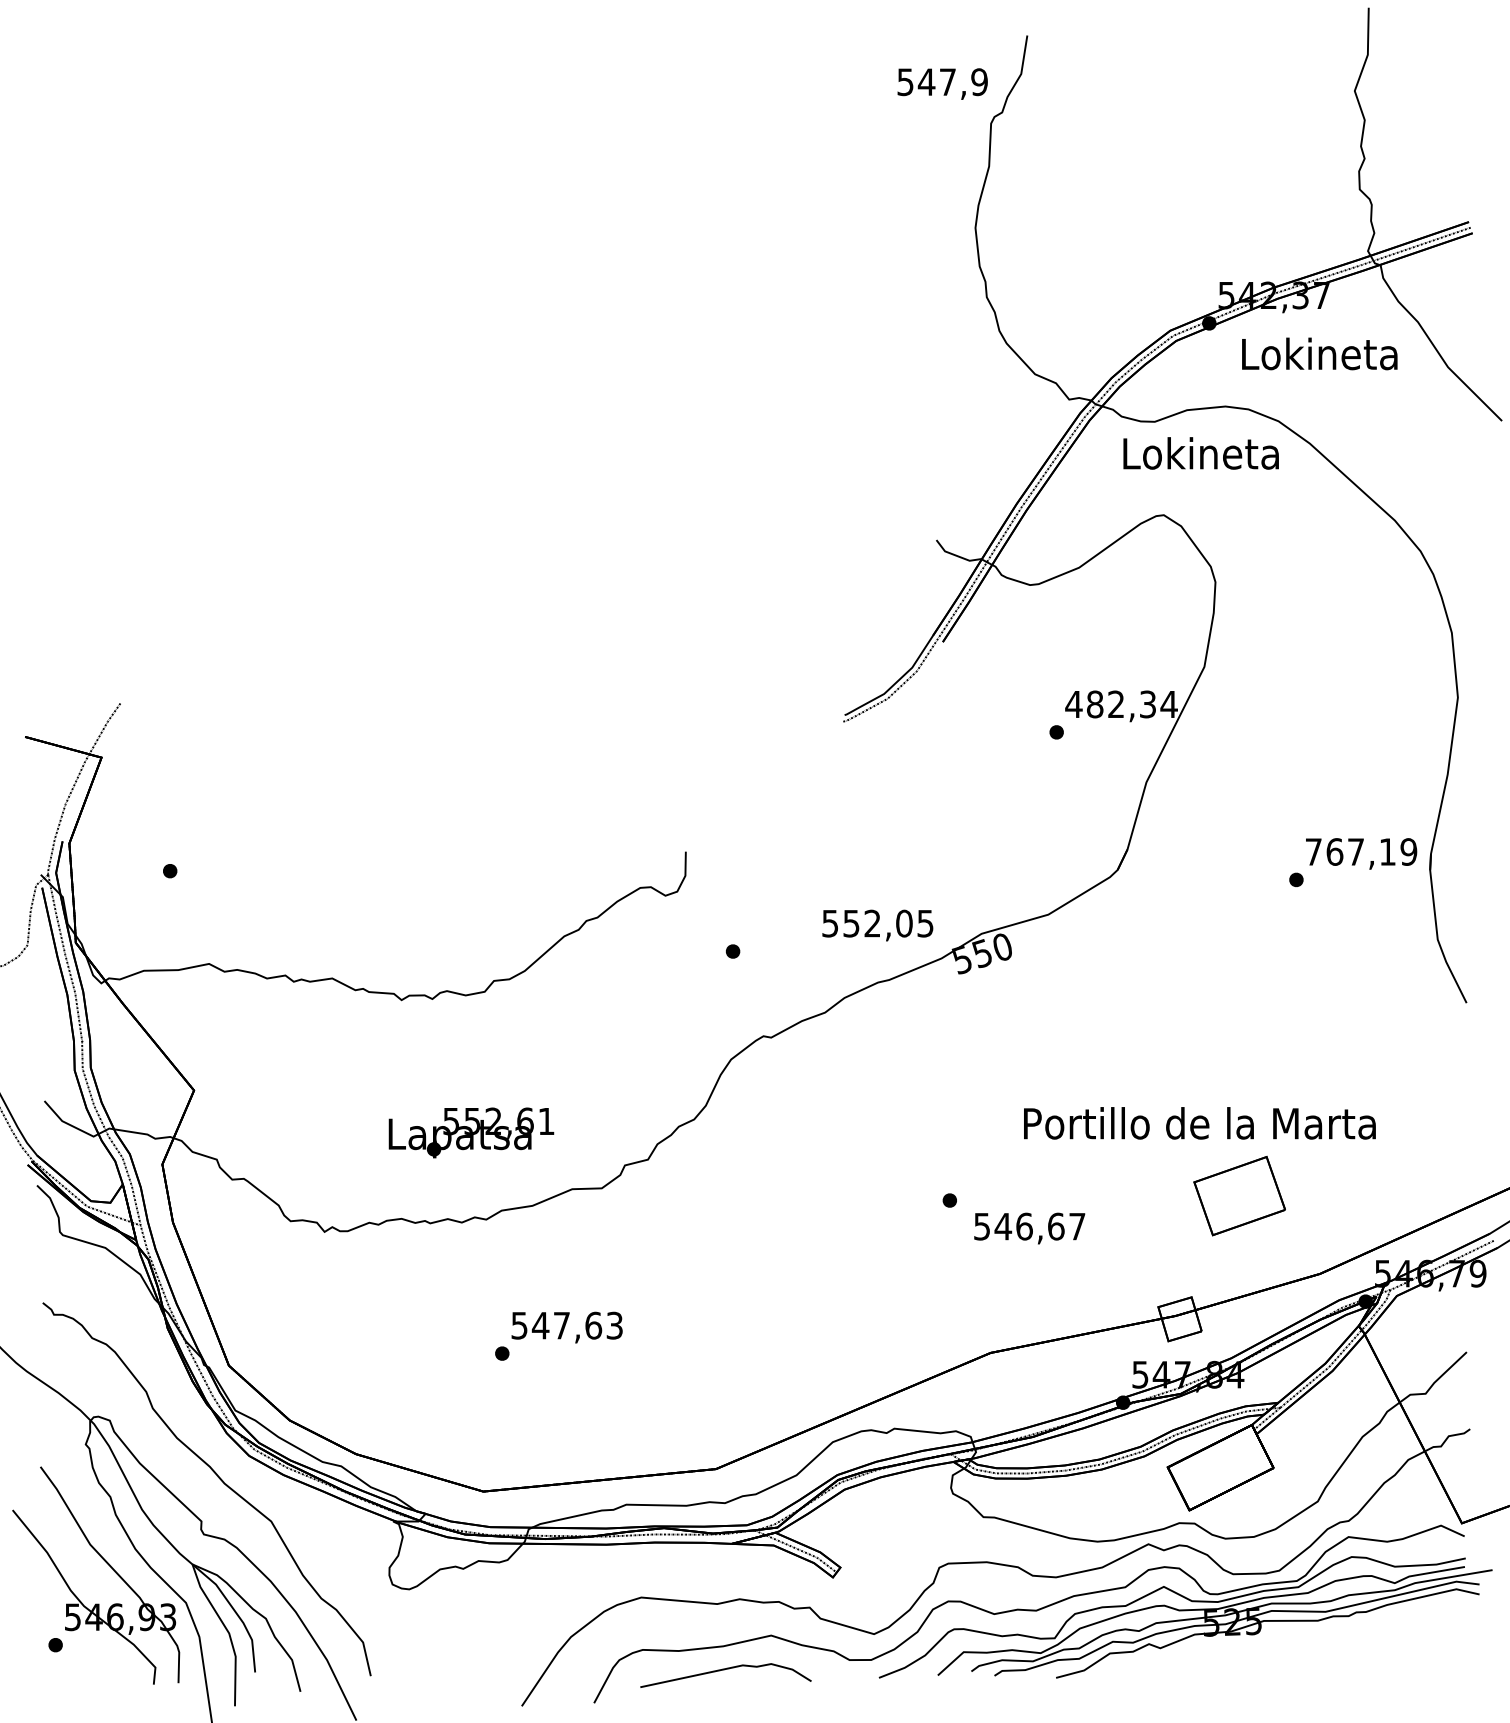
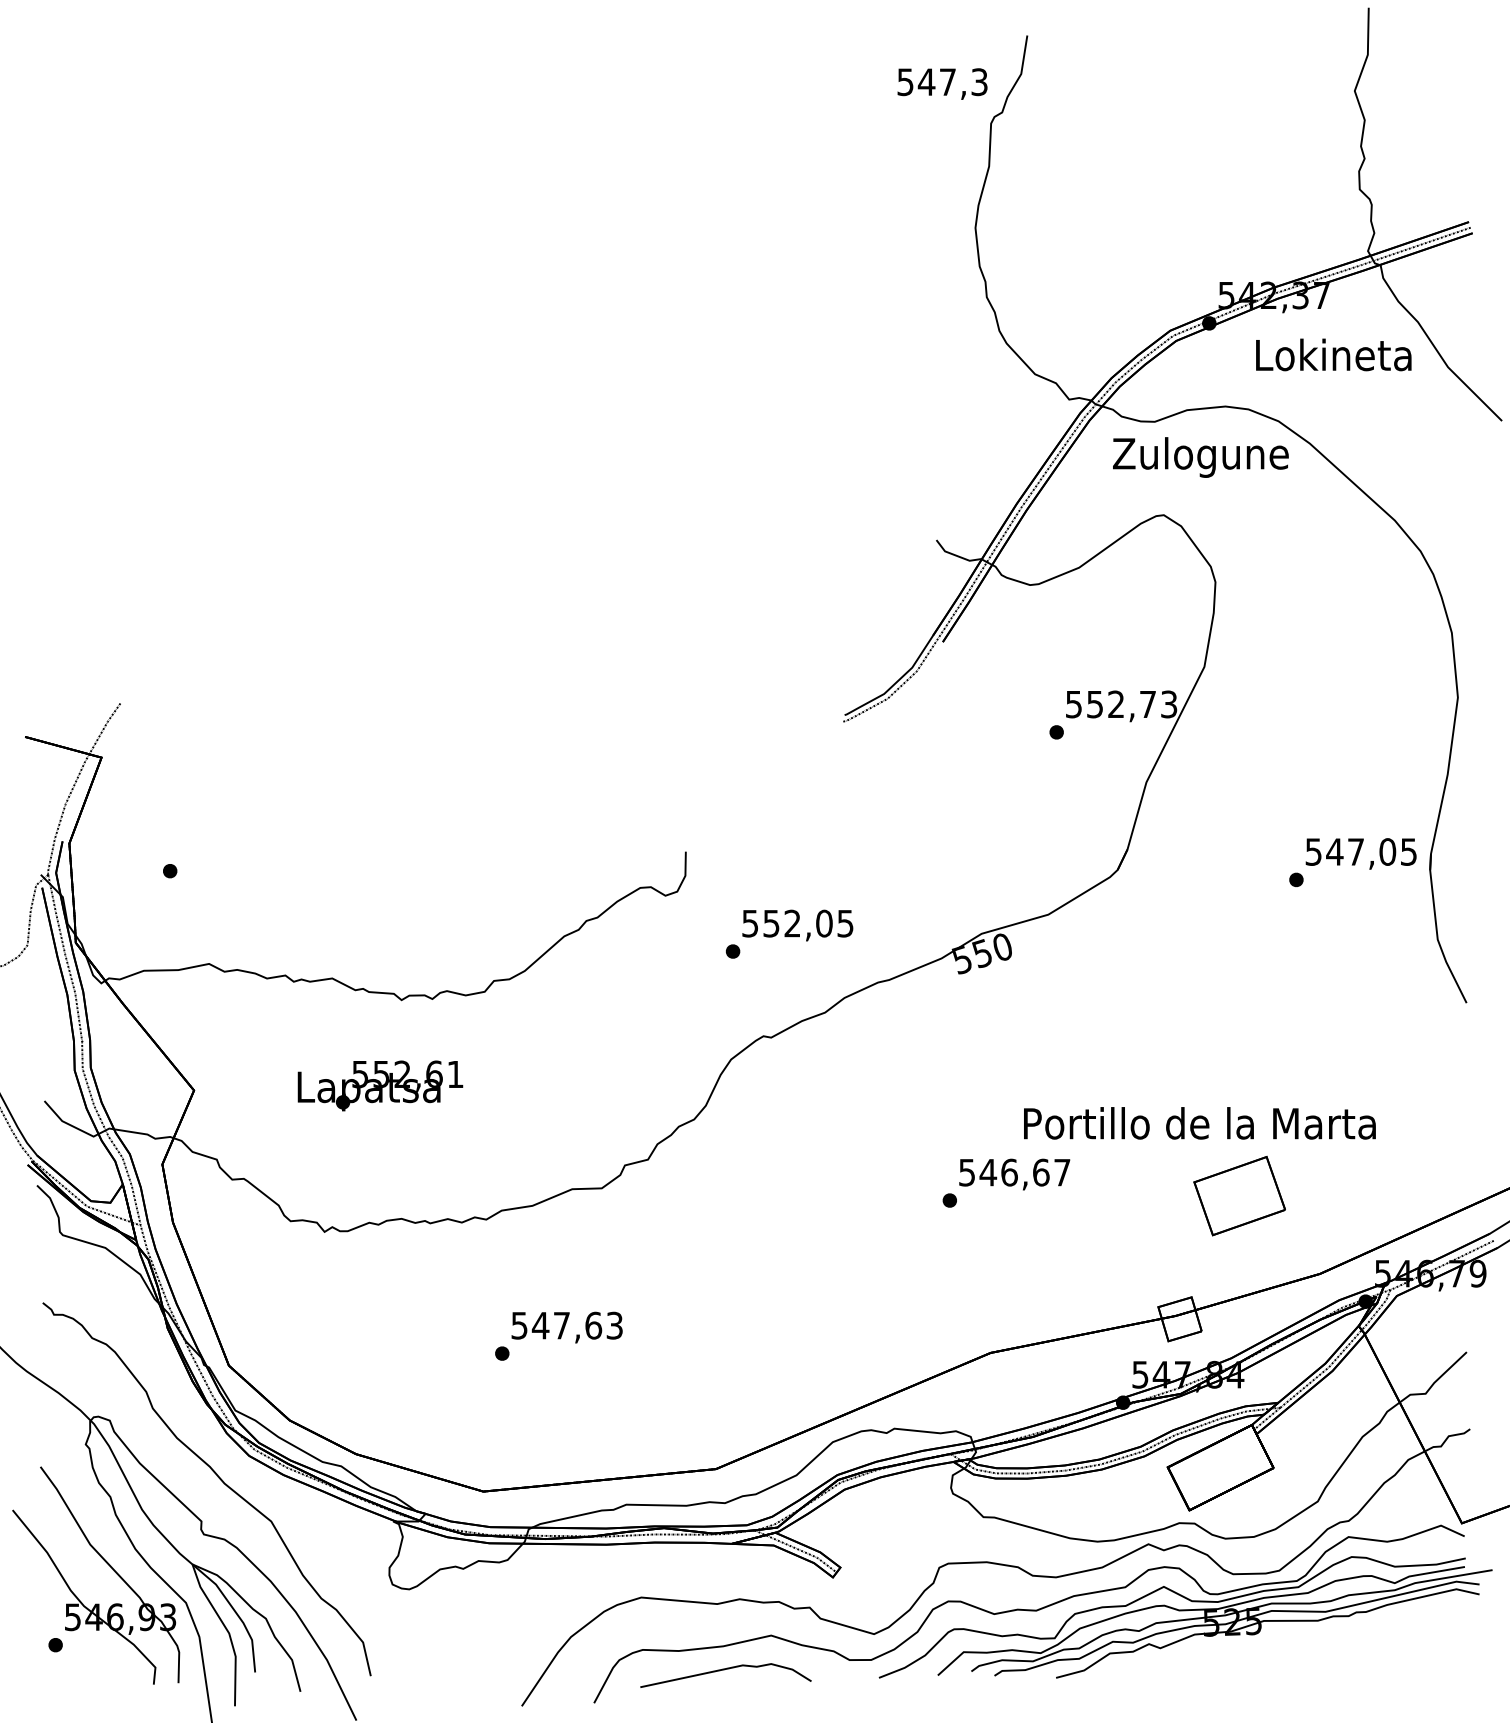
text at (979, 81): 547,9 -> 547,3
text at (1319, 353) position: (1319, 353) -> (1333, 354)
text at (1200, 457): Lokineta -> Zulogune
text at (1121, 704): 482,34 -> 552,73
text at (1361, 851): 767,19 -> 547,05
text at (877, 925) position: (877, 925) -> (797, 925)
text at (471, 1132) position: (471, 1132) -> (380, 1085)
text at (1029, 1228) position: (1029, 1228) -> (1014, 1174)
